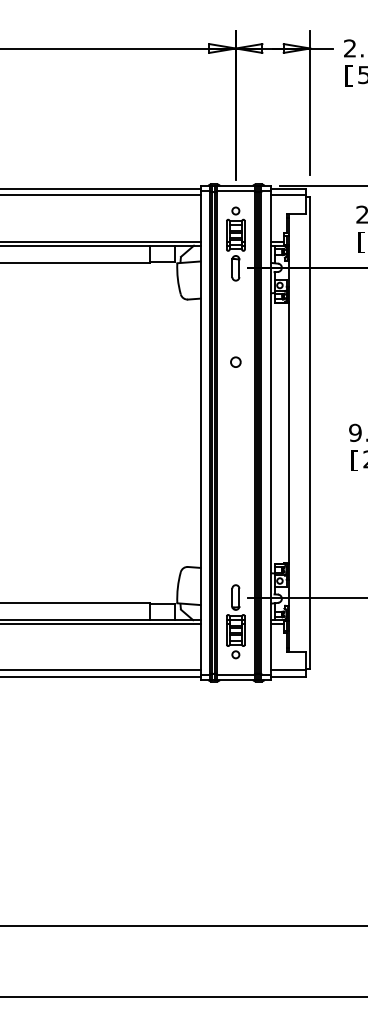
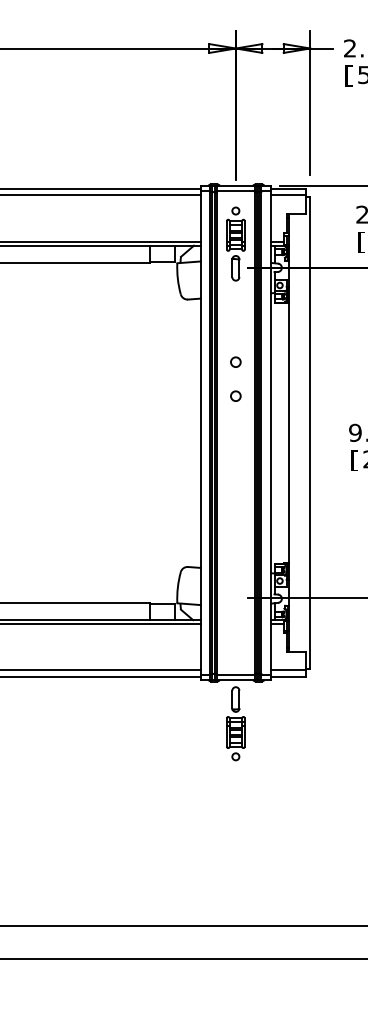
circle at (235, 395): none -> present
part at (235, 621) position: (235, 621) -> (235, 723)
line at (183, 997) position: (183, 997) -> (183, 959)
